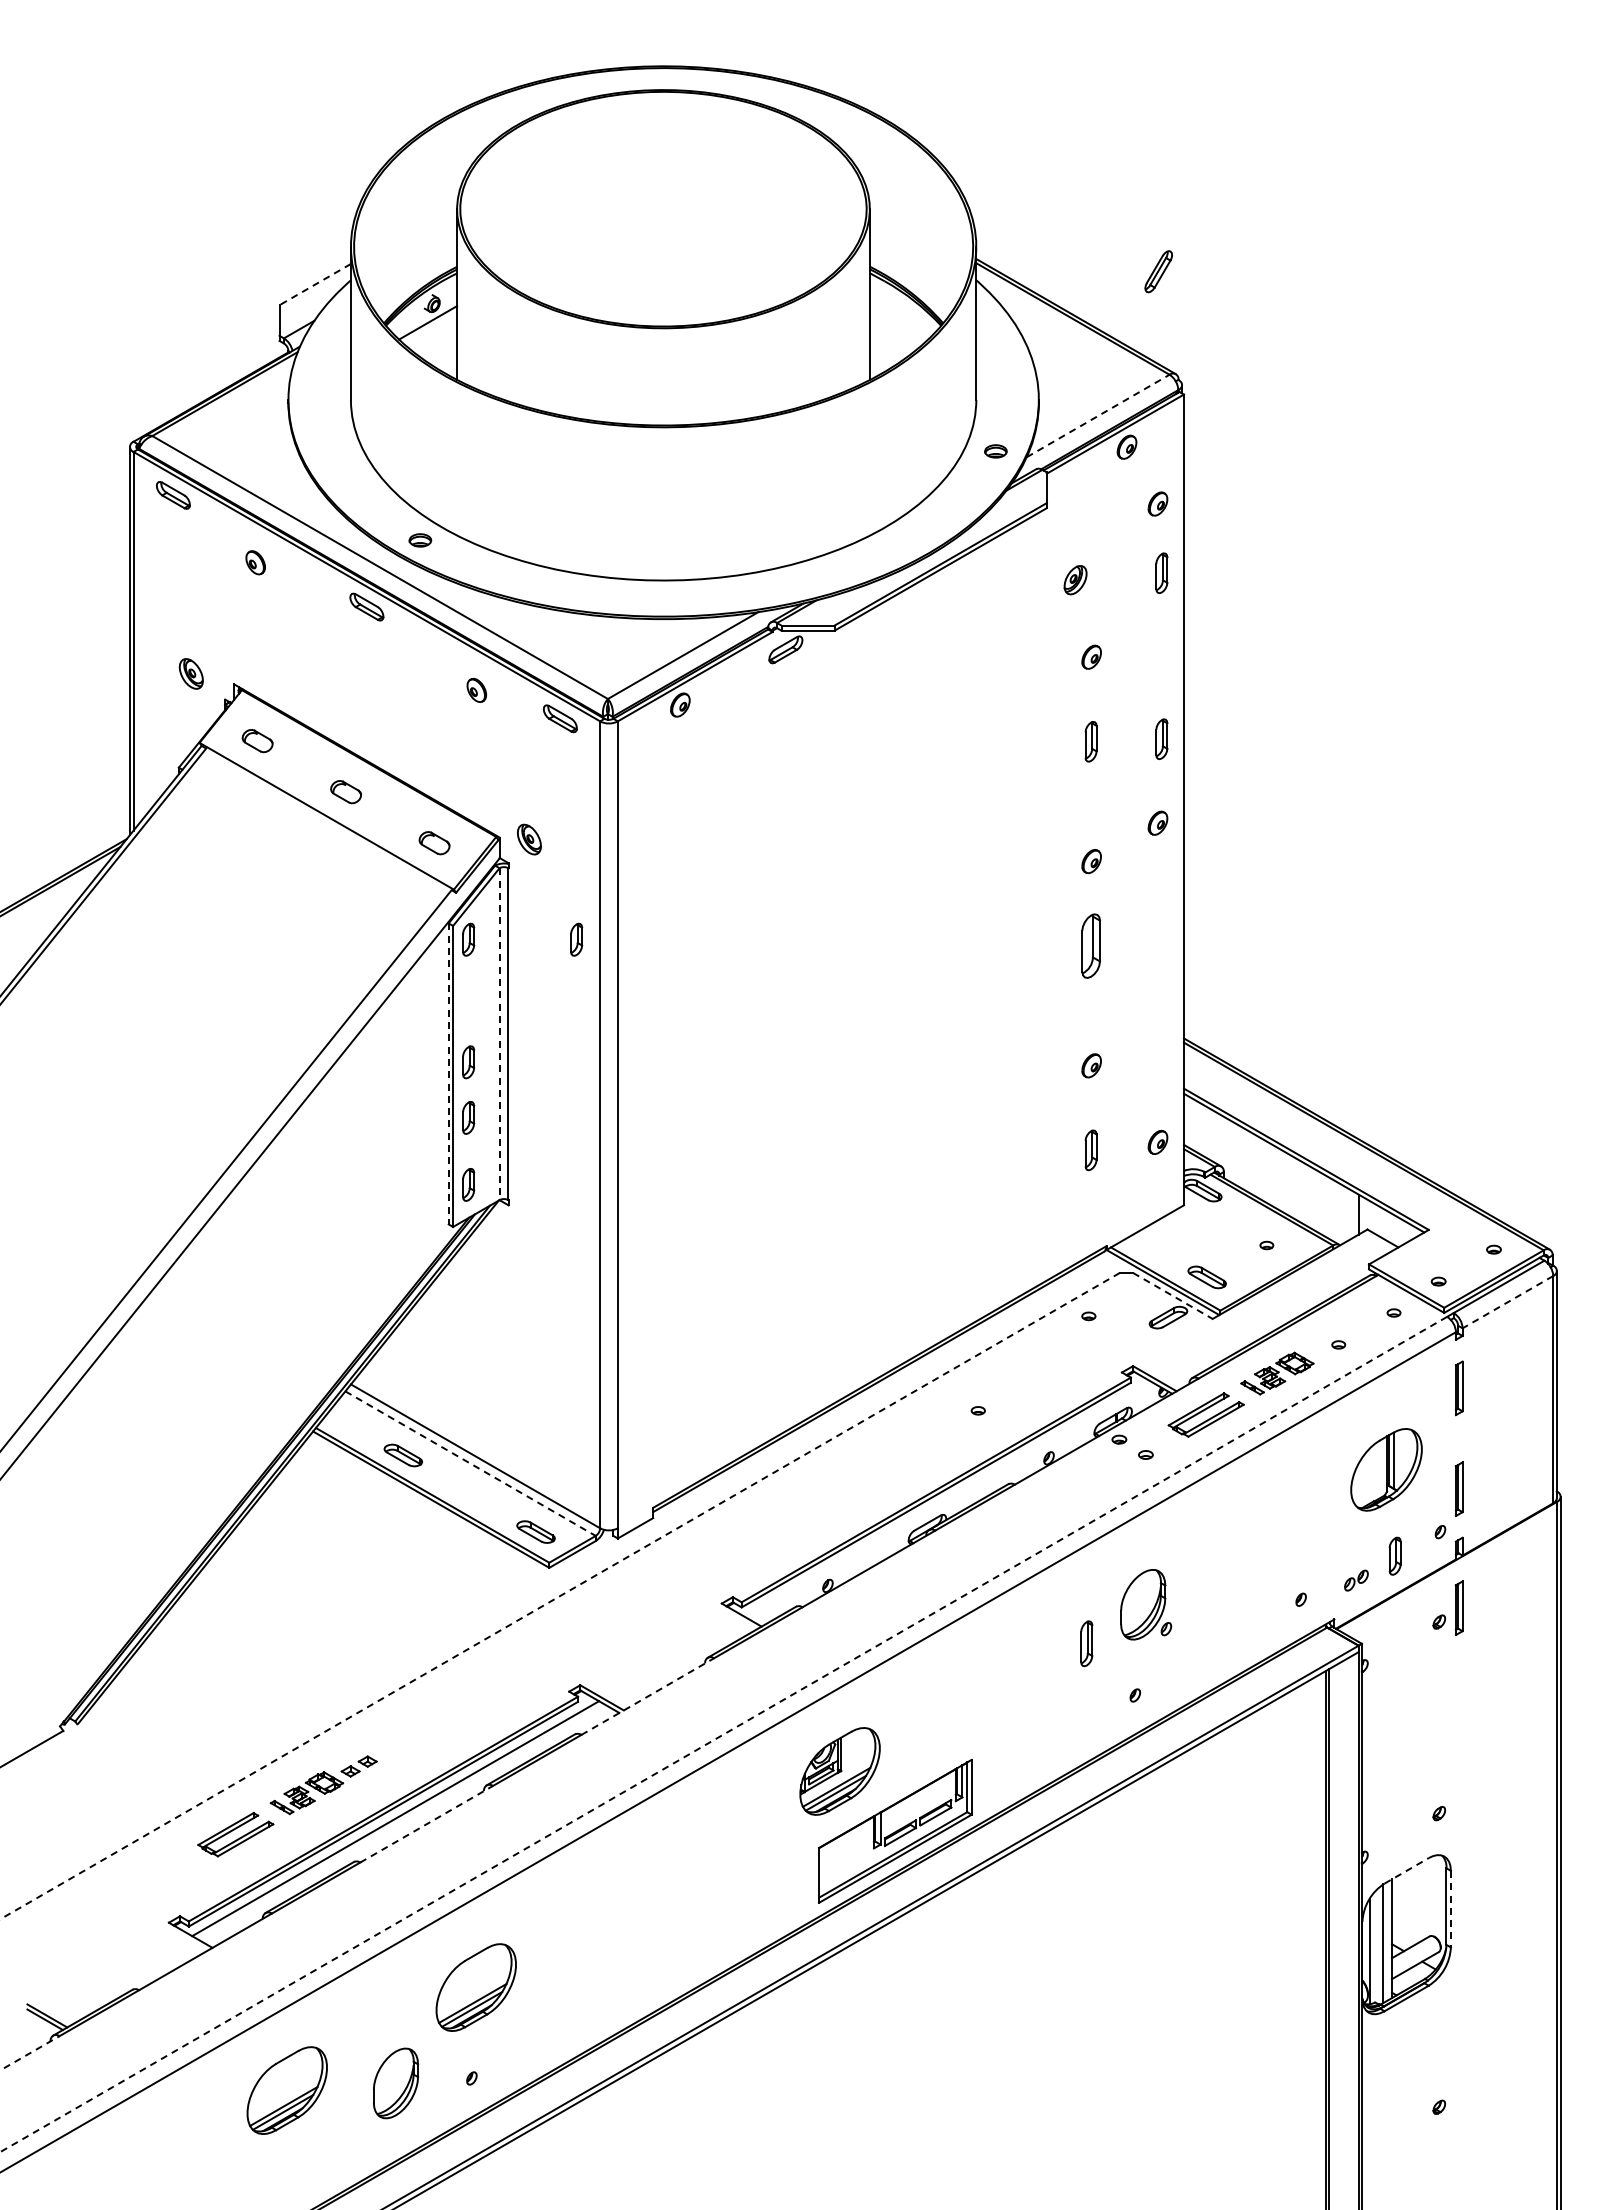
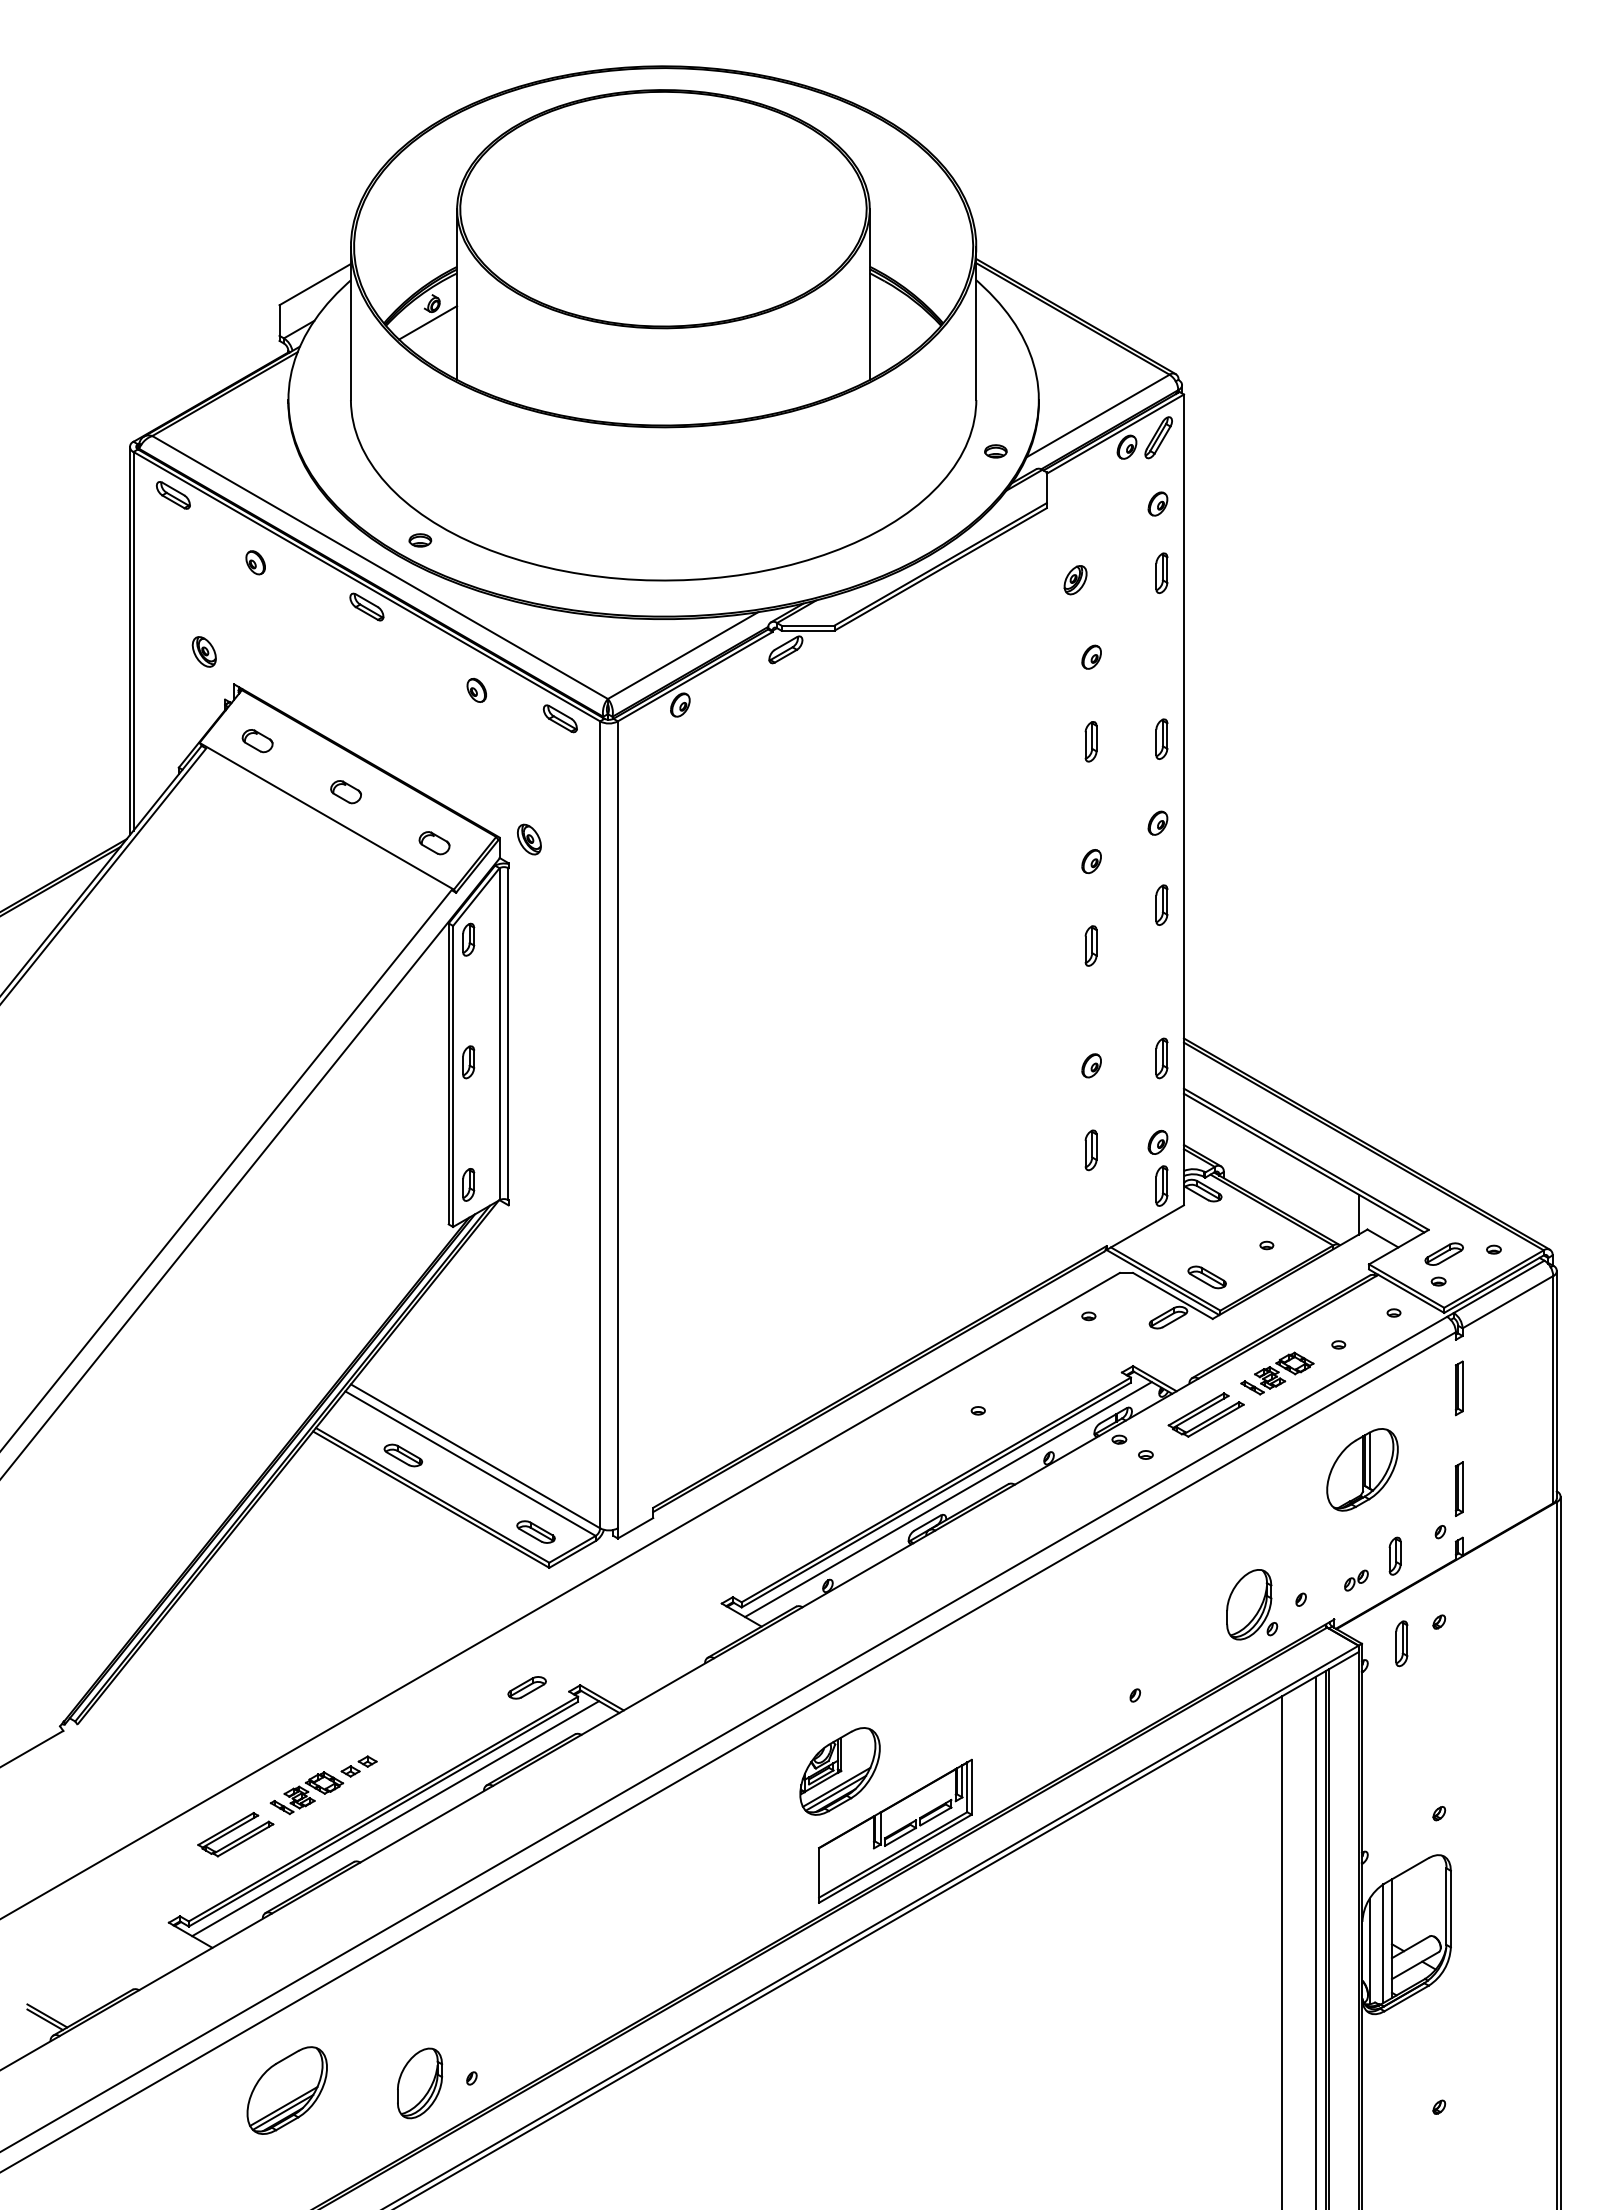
part at (1158, 271) position: (1158, 271) -> (1158, 437)
line at (314, 284): dashed -> solid
line at (1098, 415): dashed -> solid
part at (190, 673) position: (190, 673) -> (203, 651)
part at (1161, 904): none -> present
part at (576, 939): present -> none
part at (1090, 945) size: 20x66 px -> 14x42 px
line at (499, 1034): dashed -> solid
part at (1161, 1058): none -> present
line at (448, 1073): dashed -> solid
part at (468, 1117): present -> none
part at (1161, 1185): none -> present
part at (1443, 1253): none -> present
line at (1172, 1295): dashed -> solid
line at (1507, 1302): dashed -> solid
line at (470, 1463): dashed -> solid
part at (1386, 1469) position: (1386, 1469) -> (1362, 1469)
line at (948, 1499): none -> present
line at (559, 1596): dashed -> solid
part at (1146, 1604) position: (1146, 1604) -> (1252, 1604)
part at (1458, 1607): present -> none
part at (1086, 1643) position: (1086, 1643) -> (1401, 1643)
part at (526, 1687): none -> present
line at (647, 1696): dashed -> solid
line at (723, 1734): dashed -> solid
line at (426, 1824): dashed -> solid
line at (1406, 1870): dashed -> solid
line at (1450, 1909): dashed -> solid
line at (1315, 1941): none -> present
line at (1282, 1951): none -> present
part at (475, 1987): present -> none
line at (30, 2053): dashed -> solid
part at (396, 2083) position: (396, 2083) -> (420, 2083)
